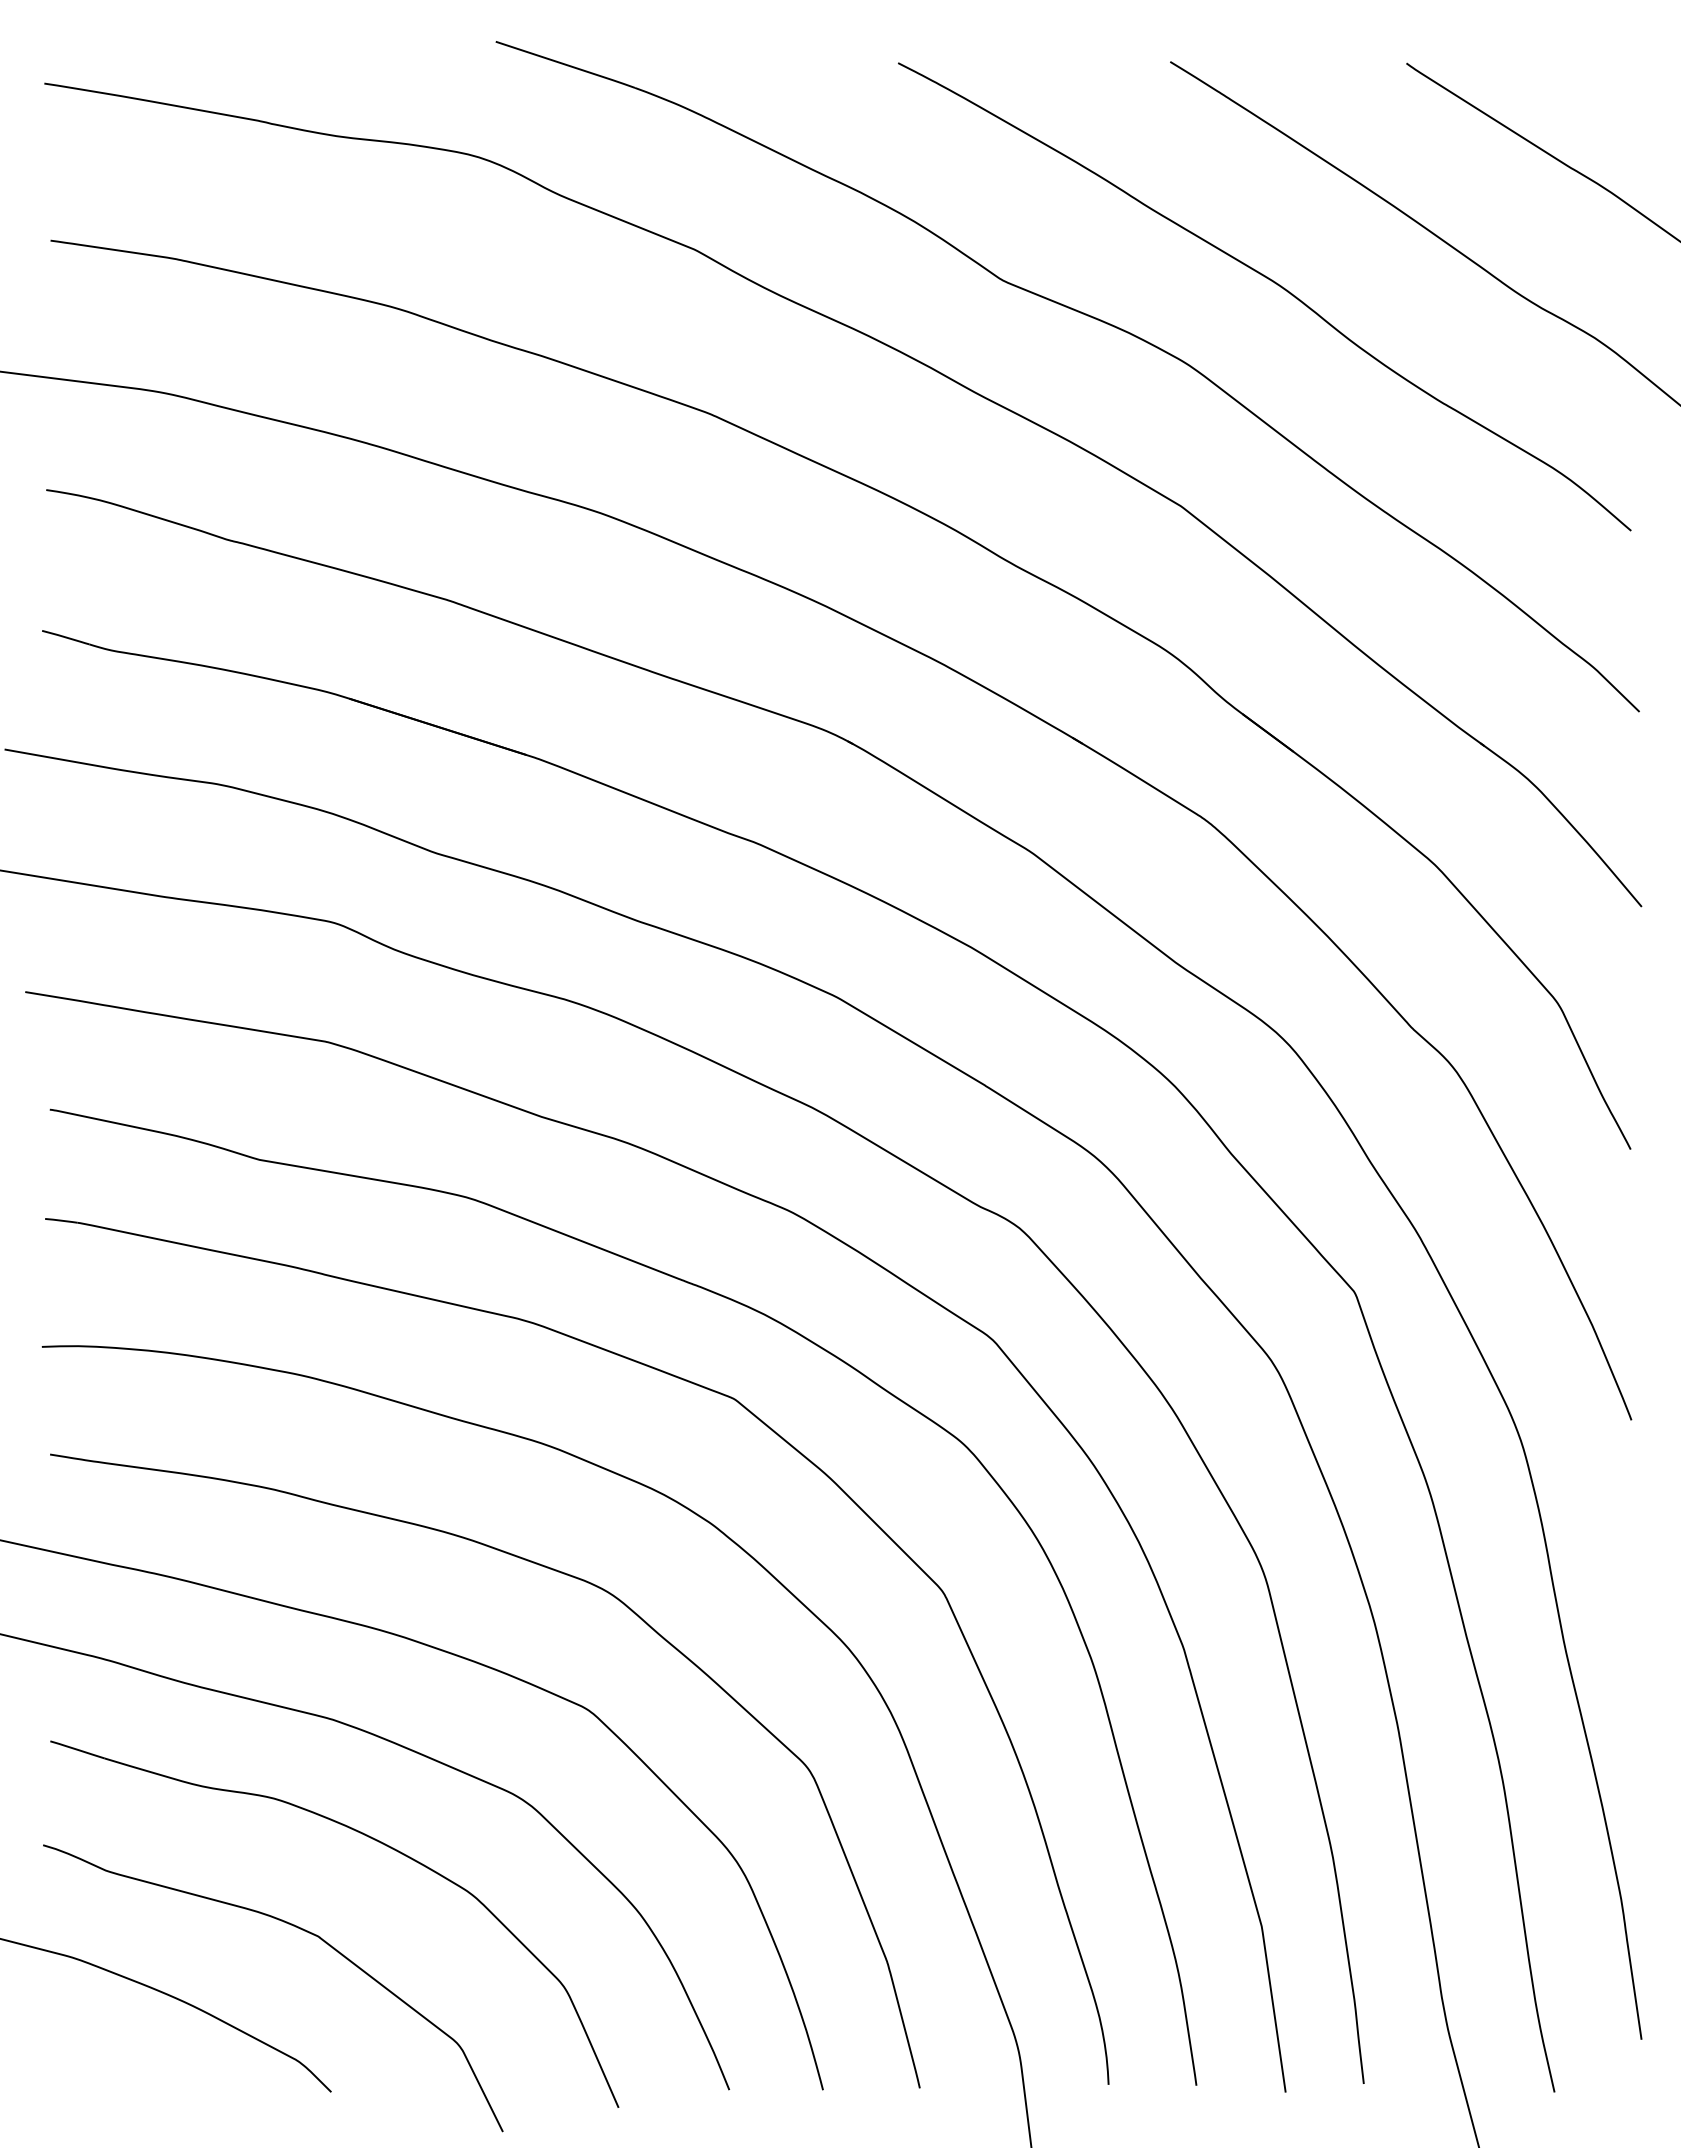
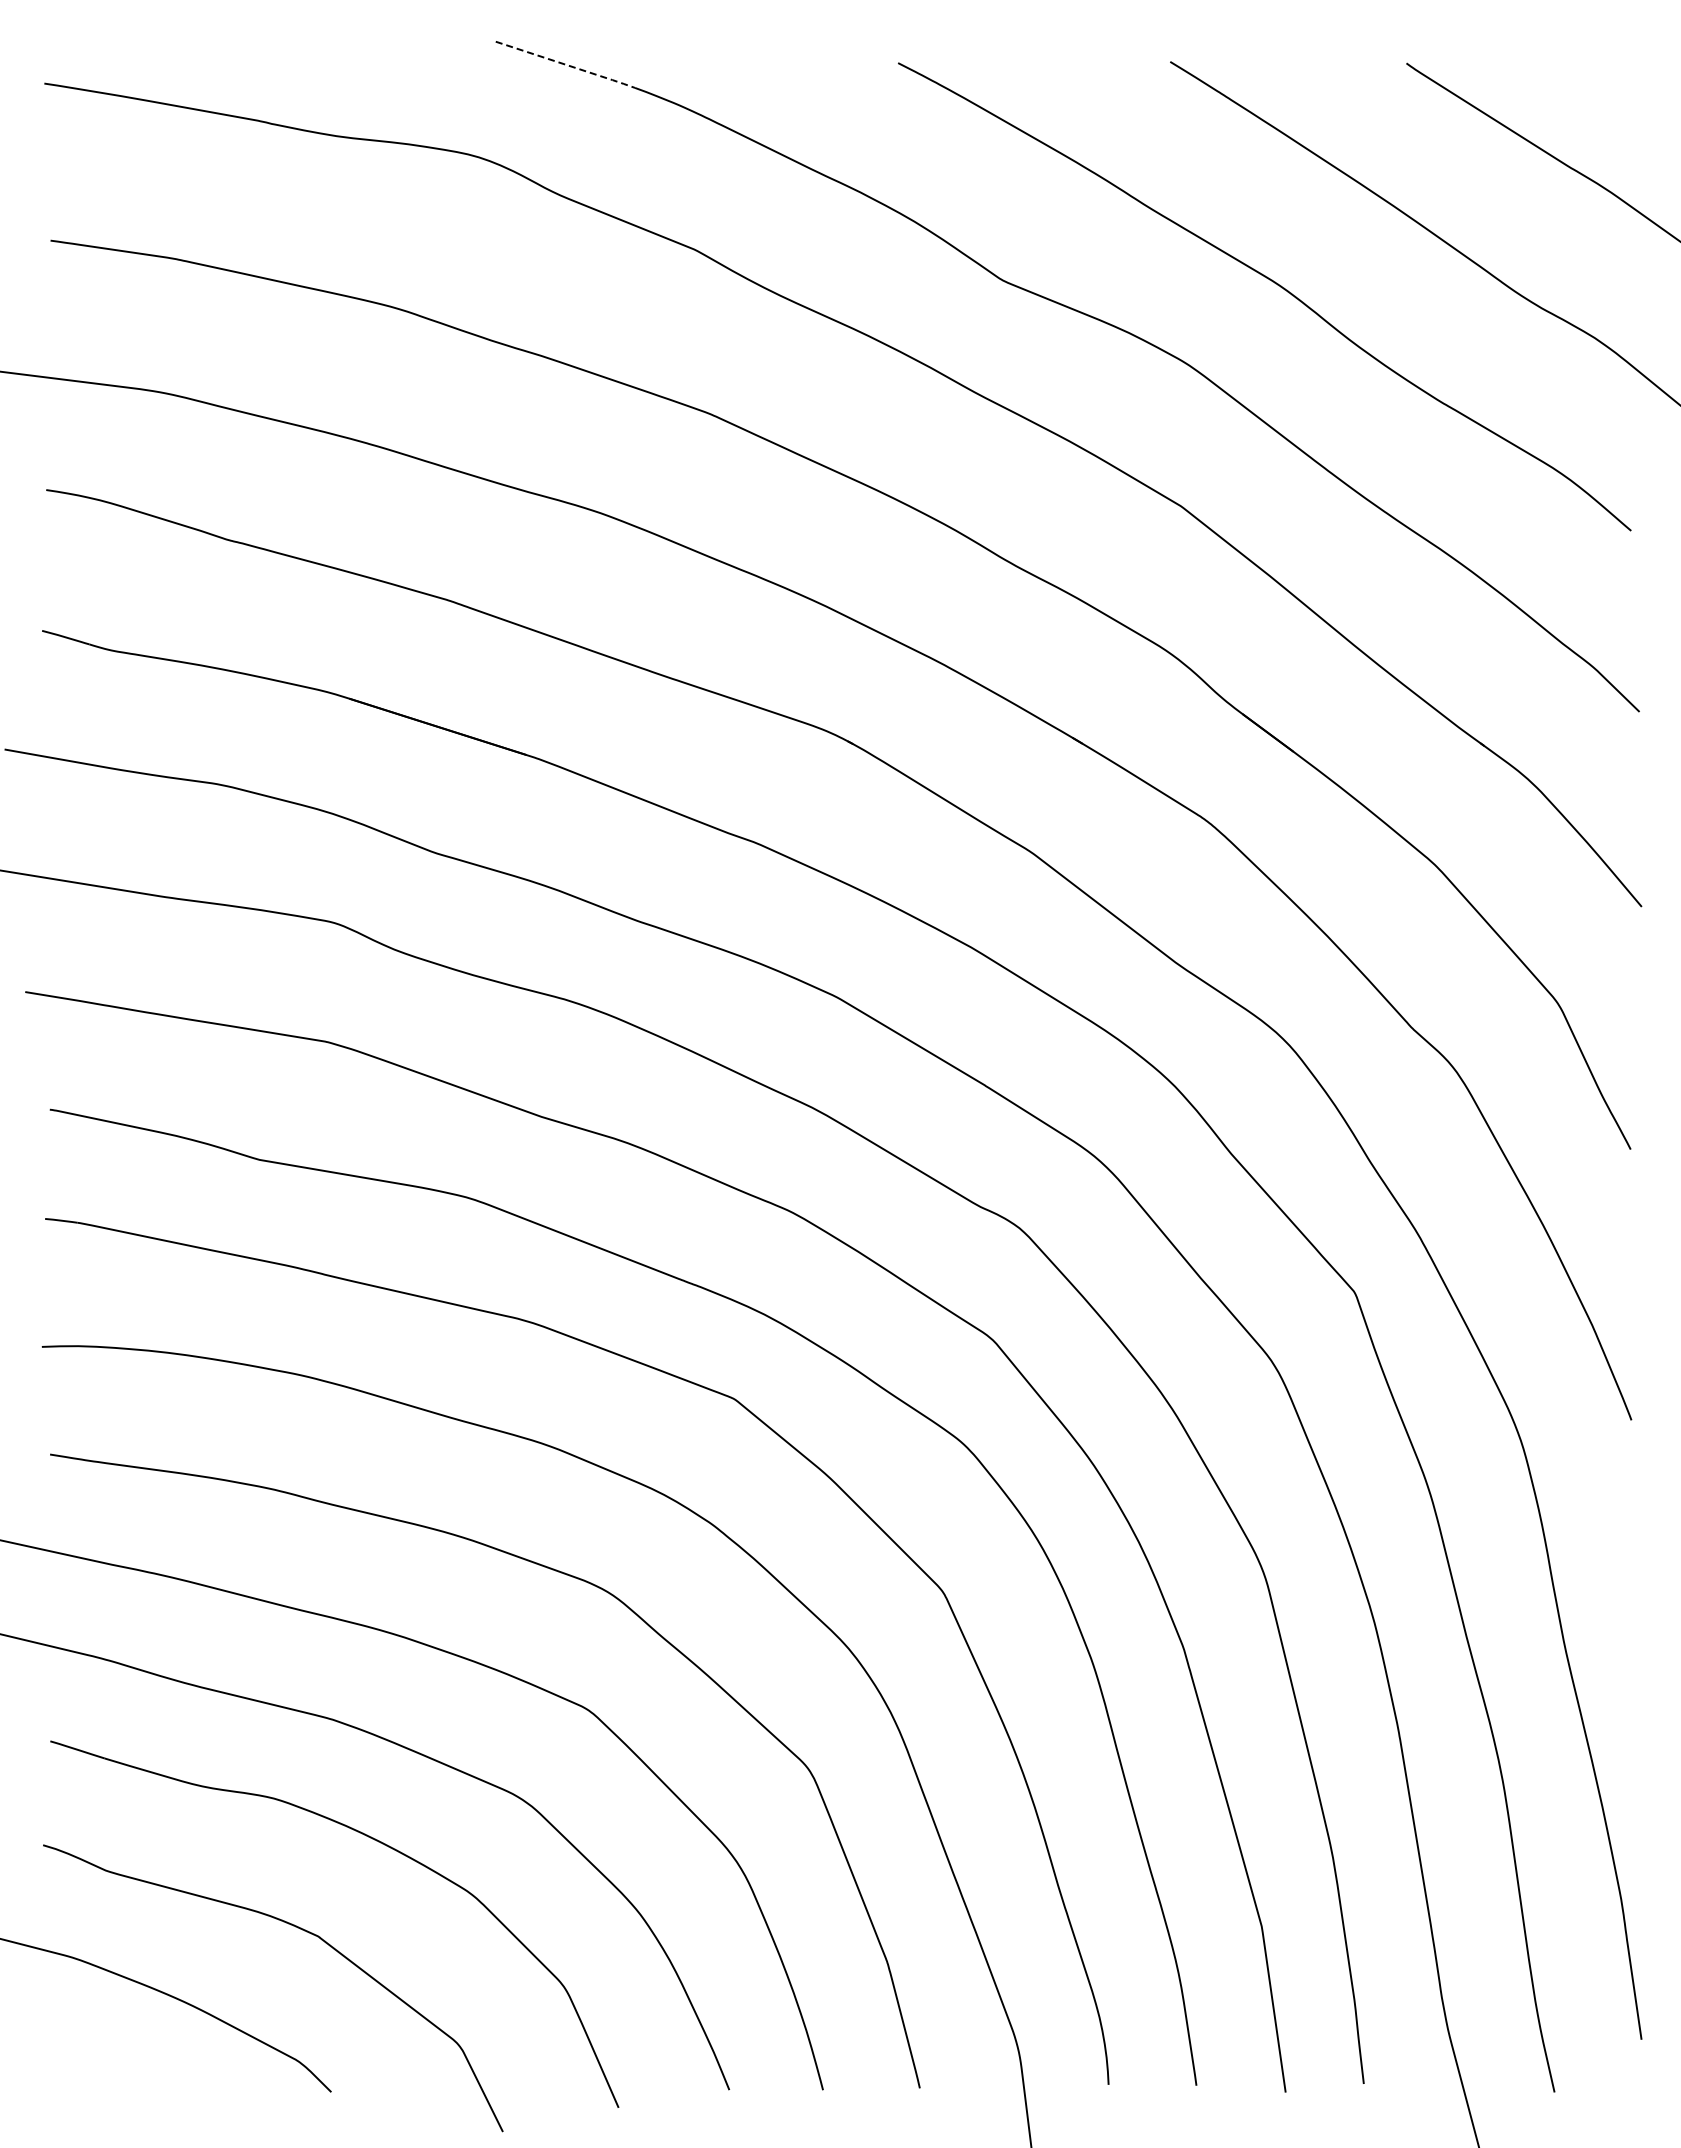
line at (567, 65): solid -> dashed
